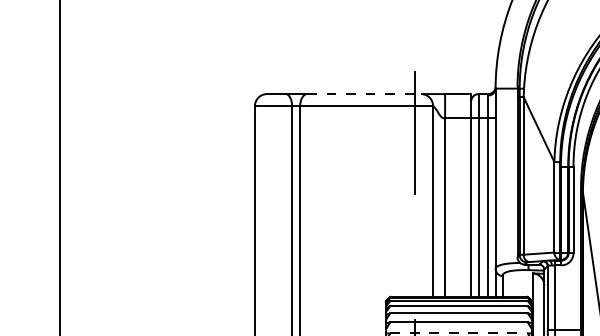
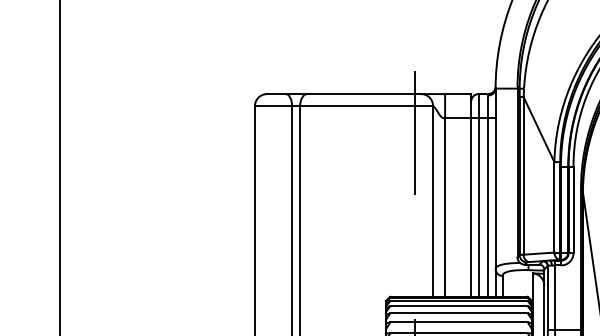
line at (364, 94): dashed -> solid
line at (459, 333): dashed -> solid
